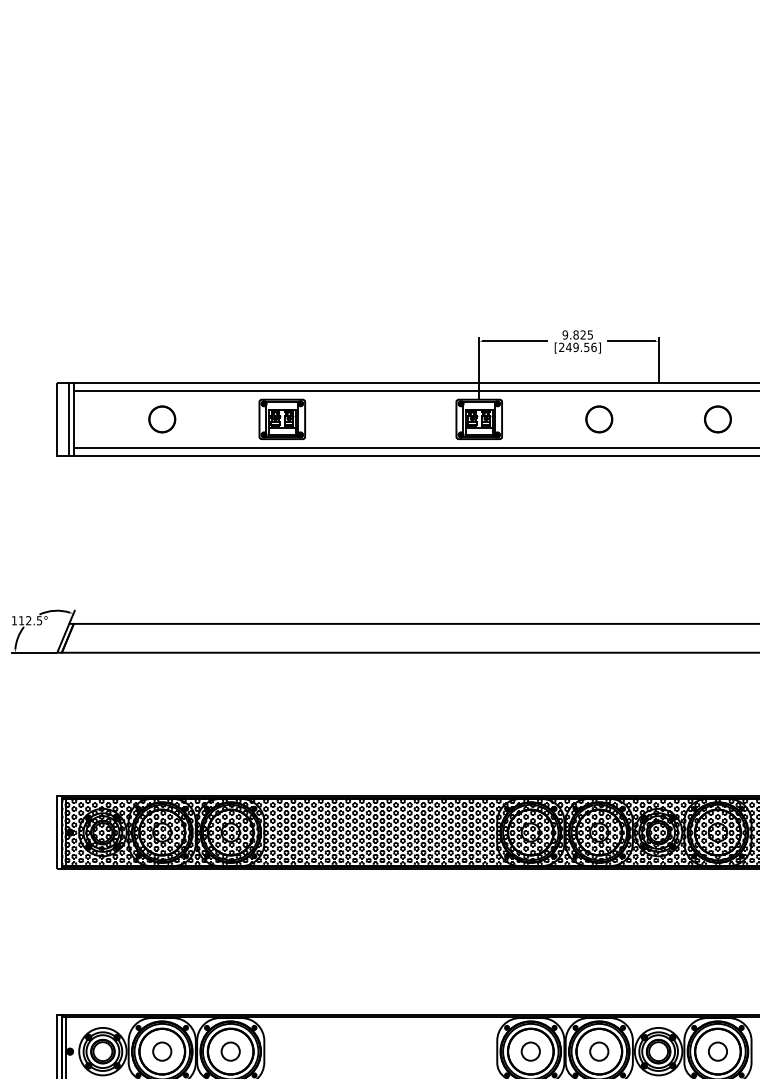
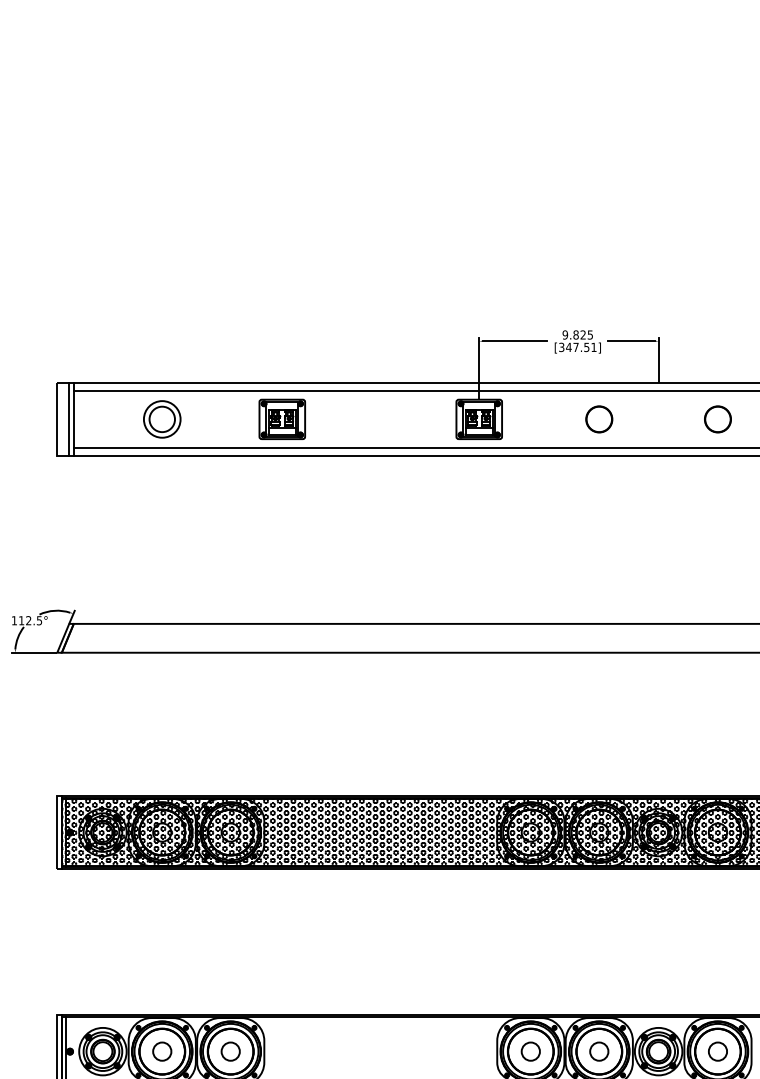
text at (577, 347): [249.56] -> [347.51]
circle at (162, 419) diameter: 26 px -> 37 px
